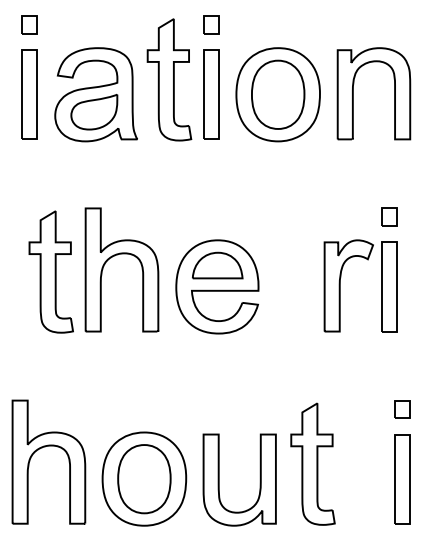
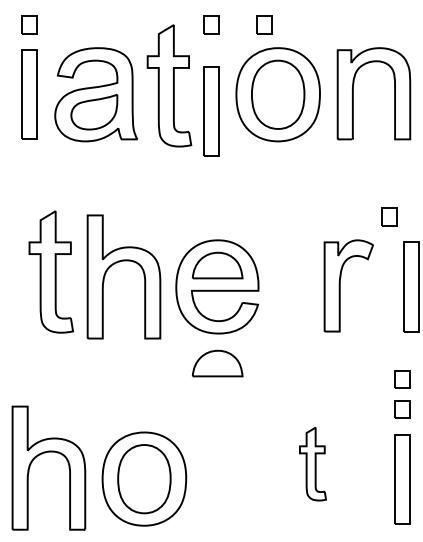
part at (264, 24): none -> present
part at (169, 79) position: (169, 79) -> (169, 85)
part at (211, 94) position: (211, 94) -> (211, 111)
part at (117, 255) position: (117, 255) -> (119, 262)
part at (389, 286) position: (389, 286) -> (411, 286)
part at (217, 363): none -> present
part at (402, 379): none -> present
part at (45, 447) position: (45, 447) -> (45, 453)
part at (312, 463) size: 46x124 px -> 28x75 px
part at (219, 479): present -> none
